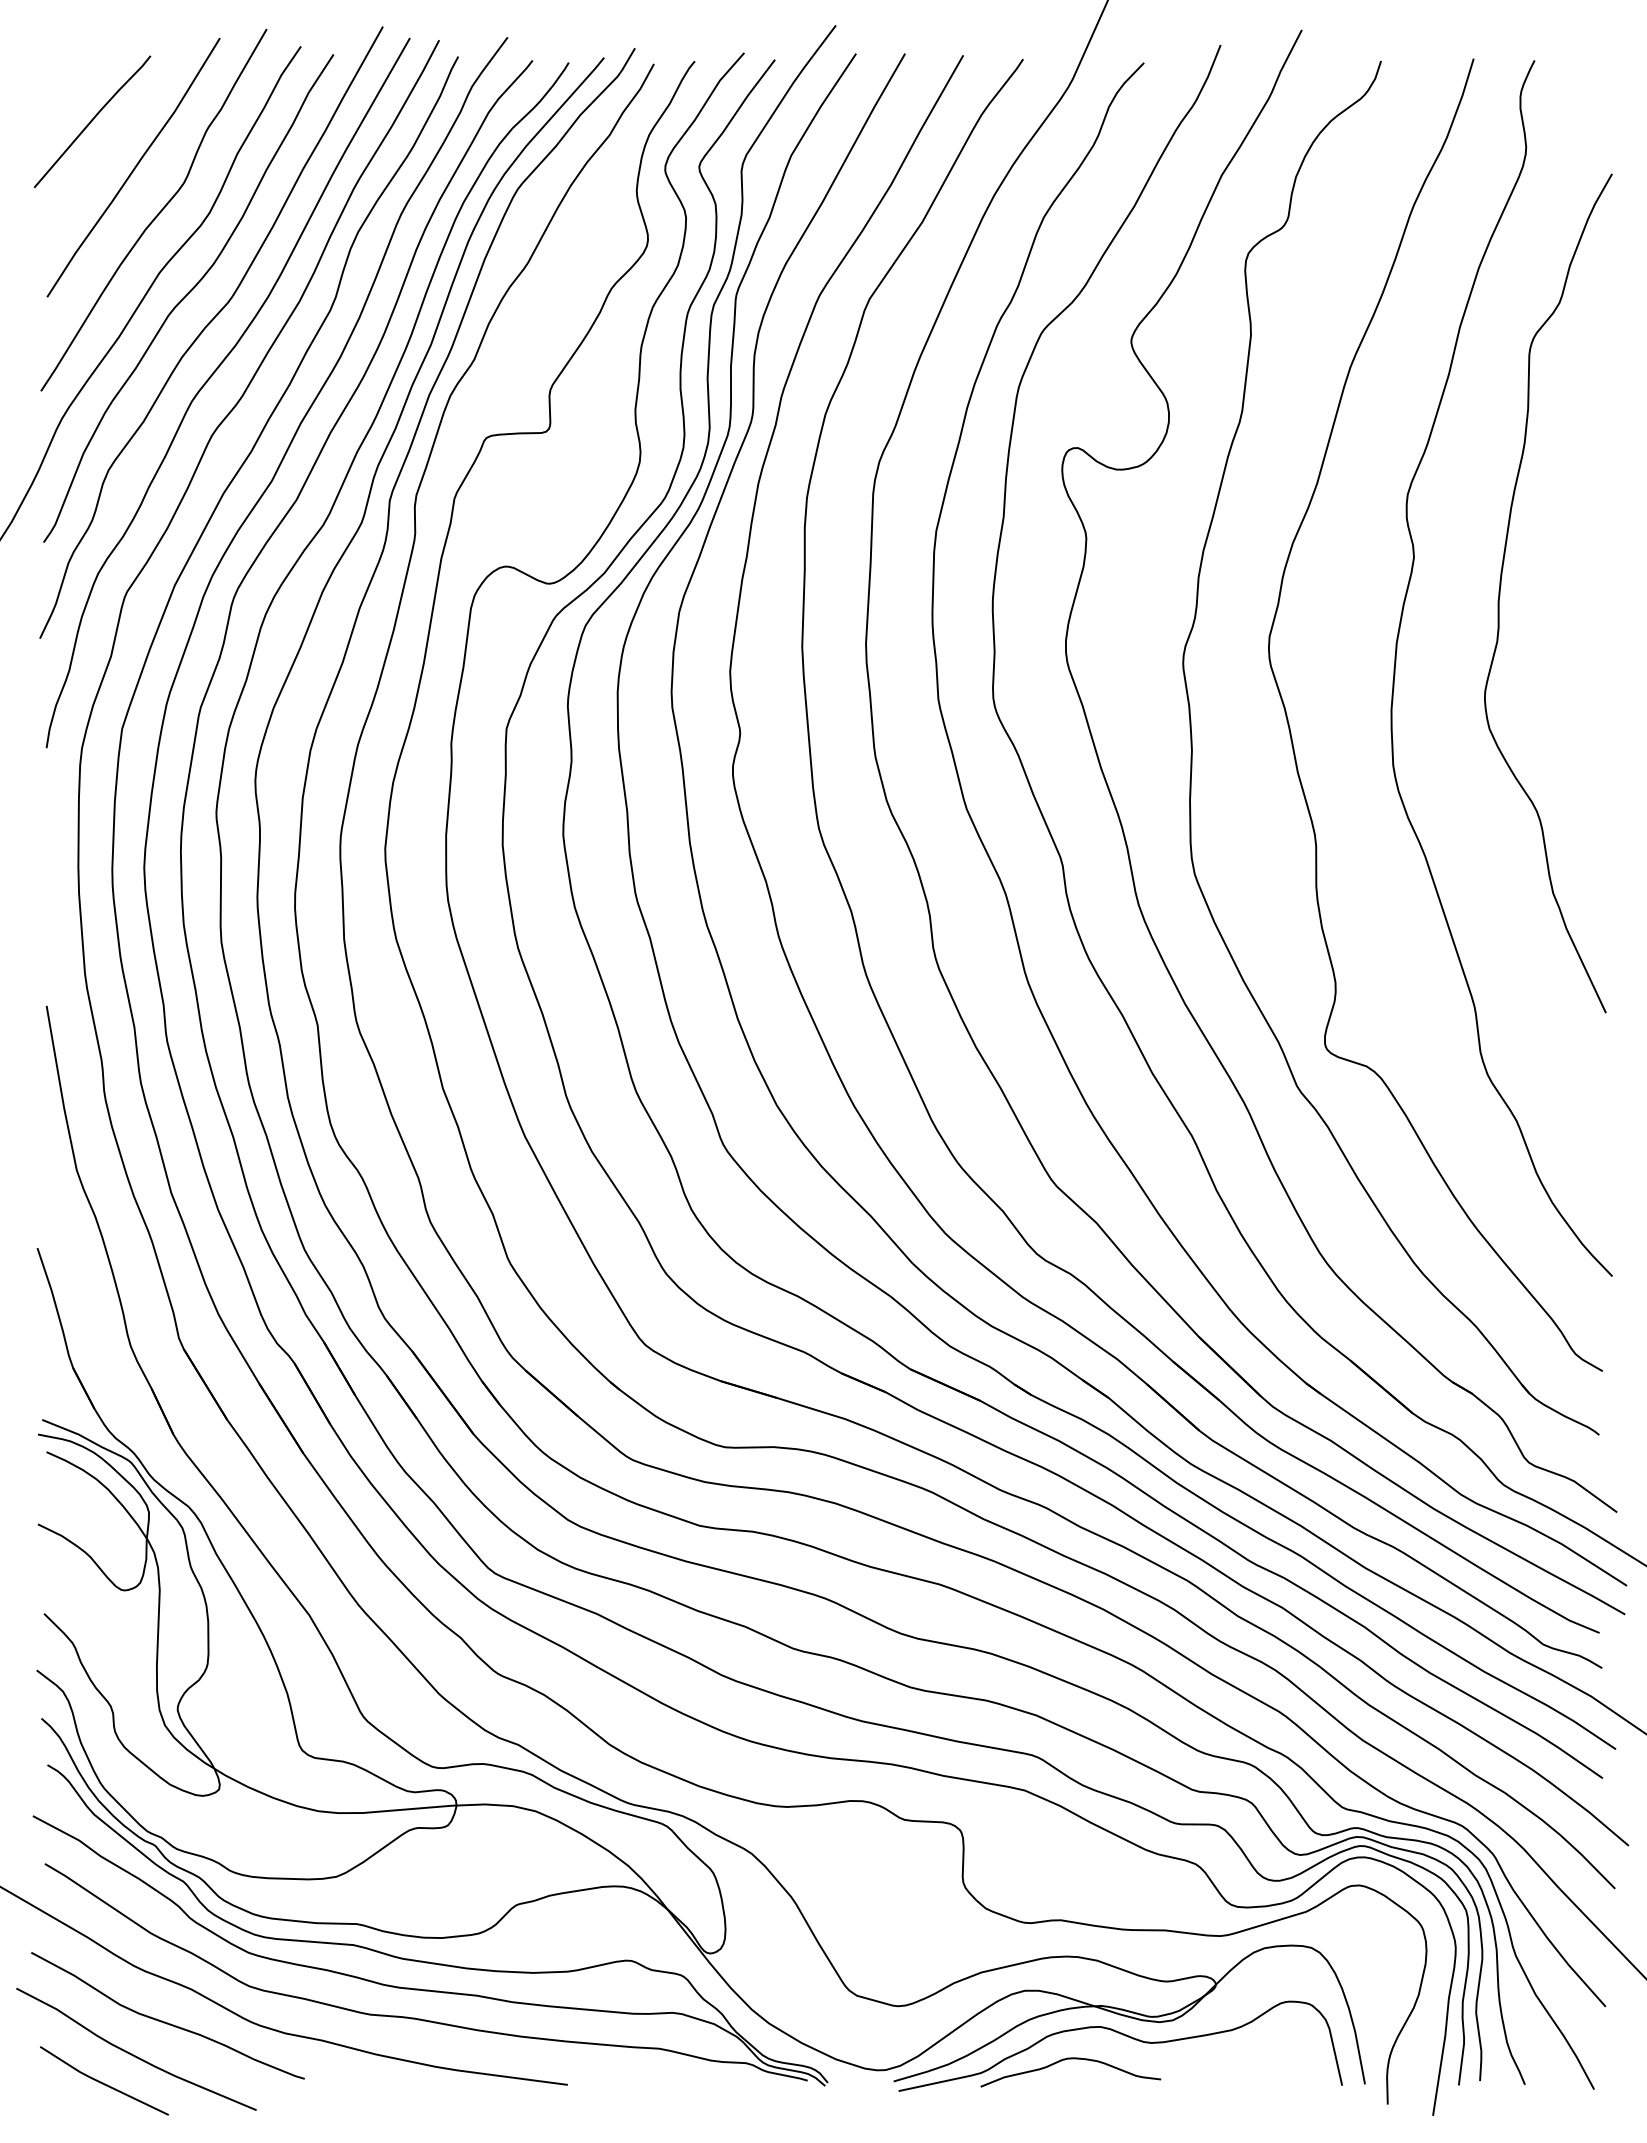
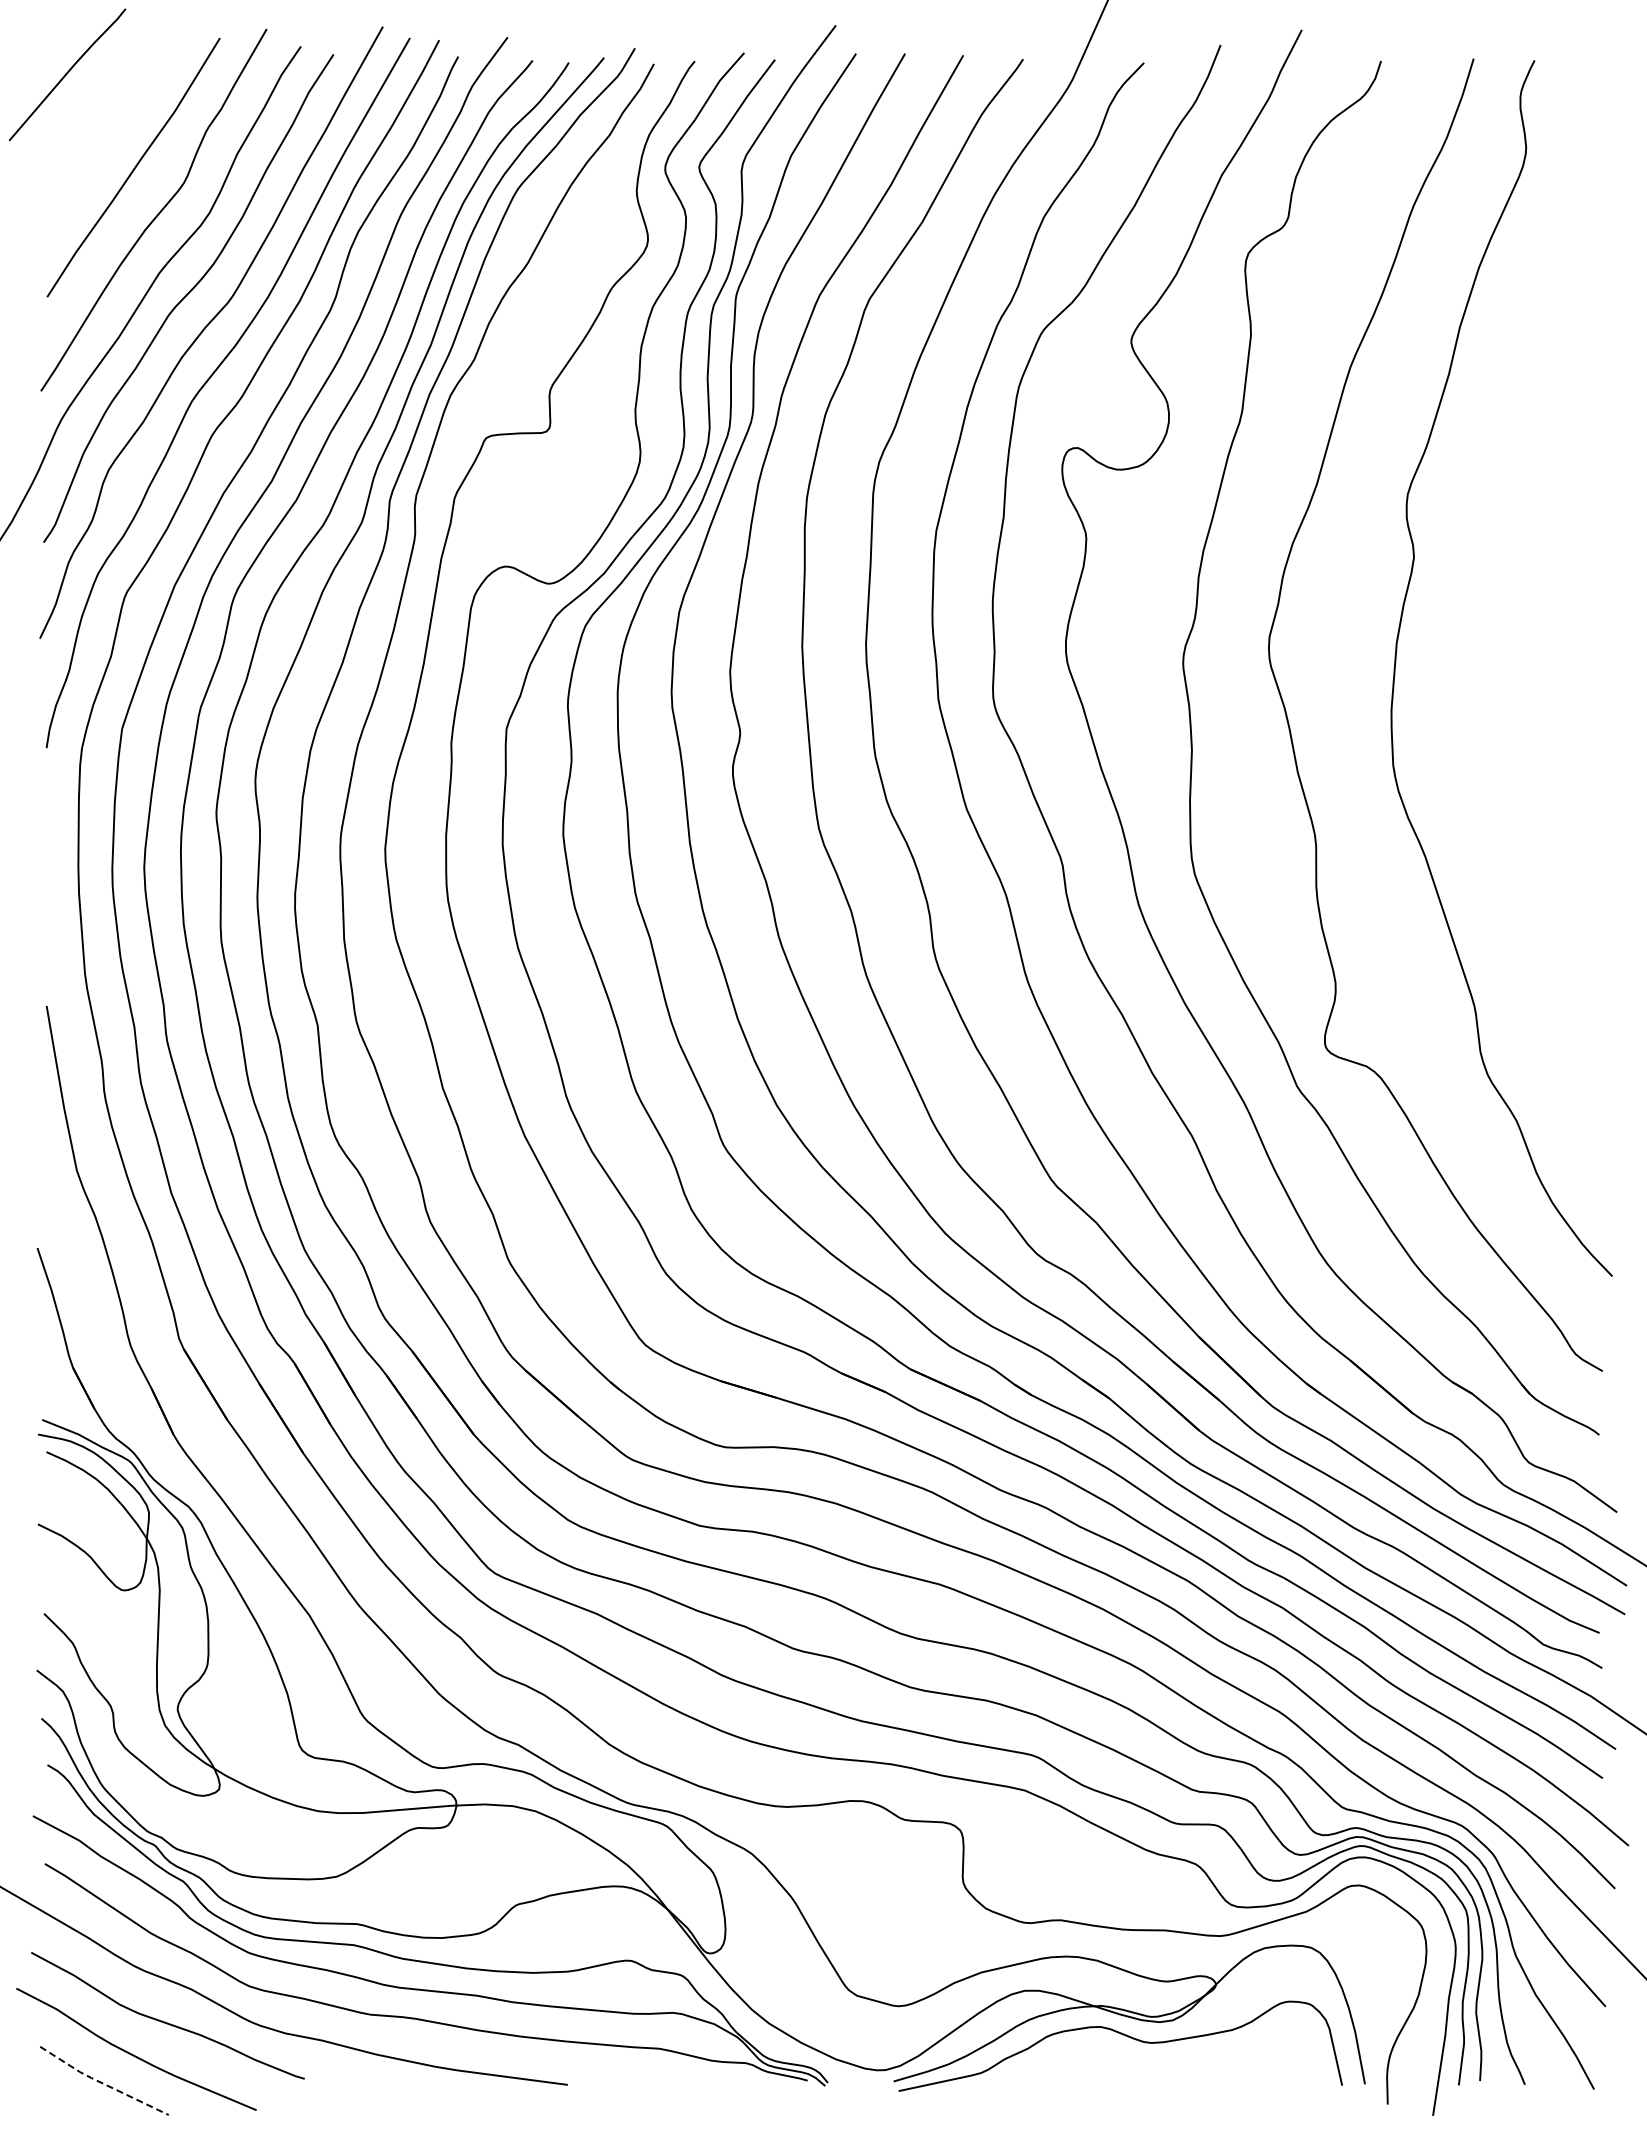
line at (92, 121) position: (92, 121) -> (67, 74)
part at (1501, 586): present -> none
curve at (1070, 2059): present -> none
line at (102, 2083): solid -> dashed
